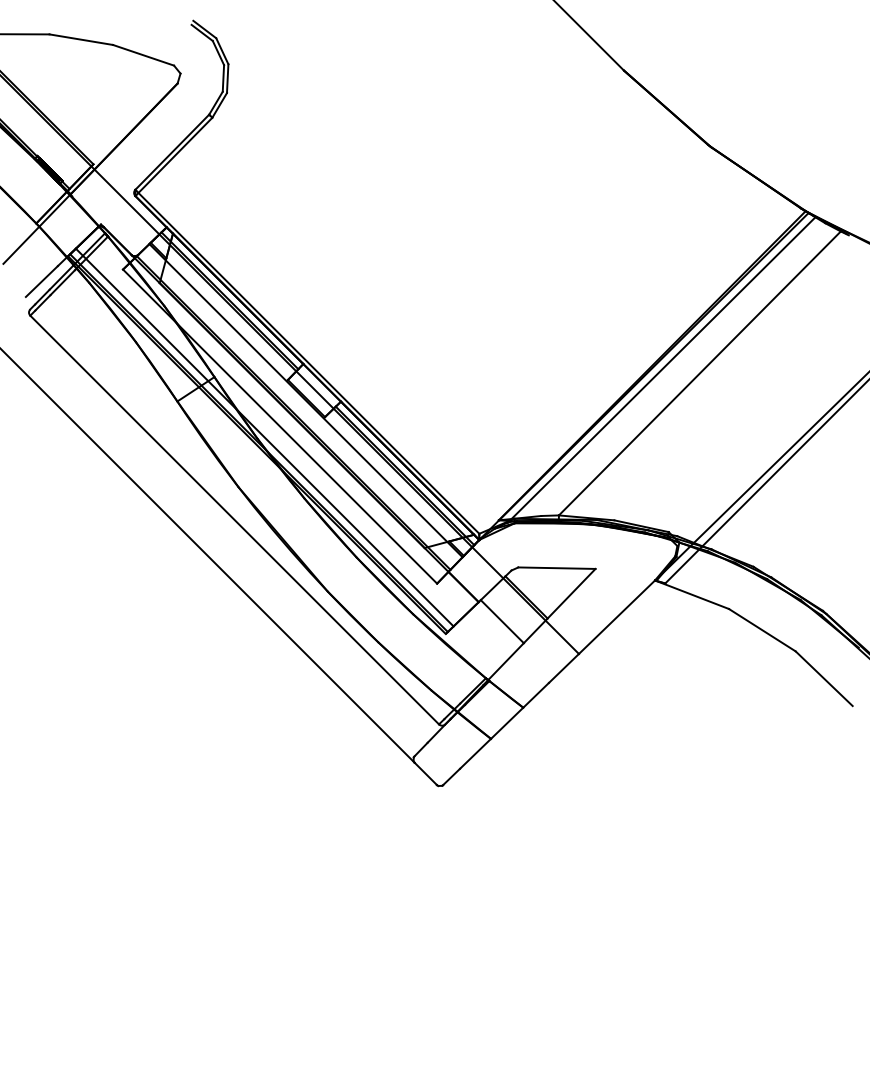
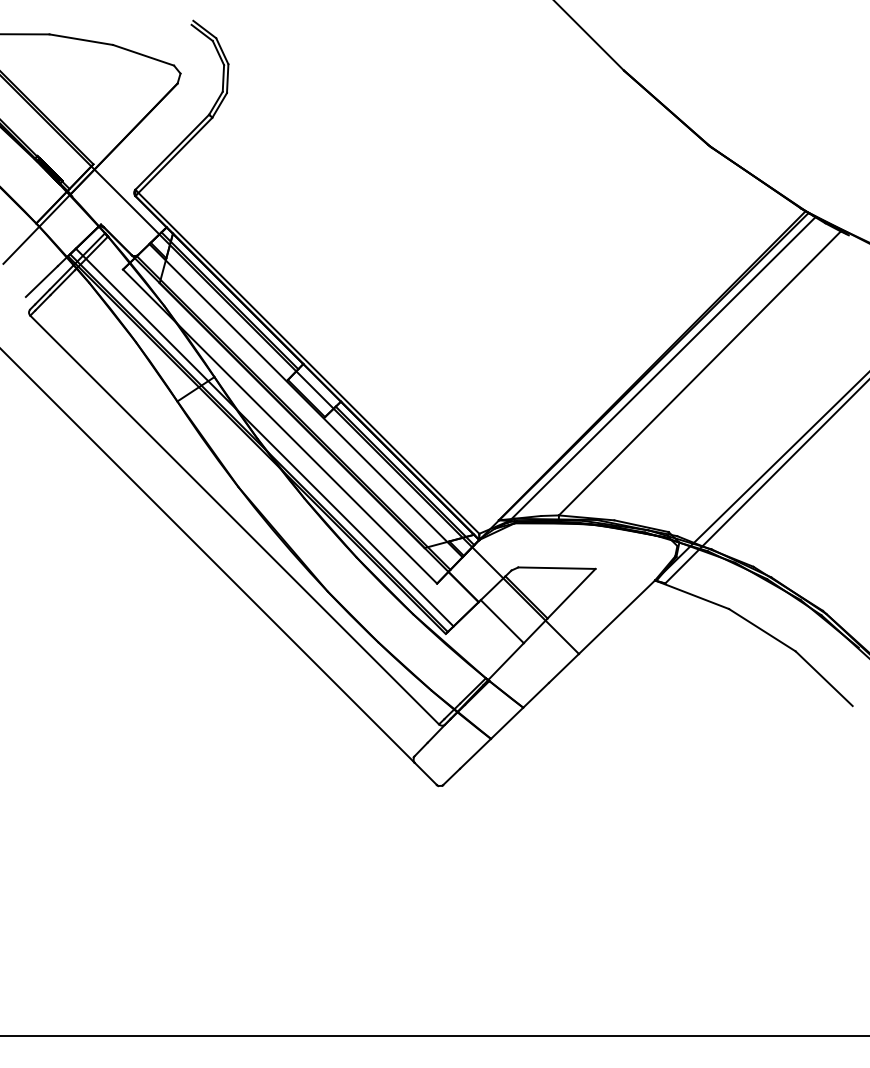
line at (434, 1035): none -> present
